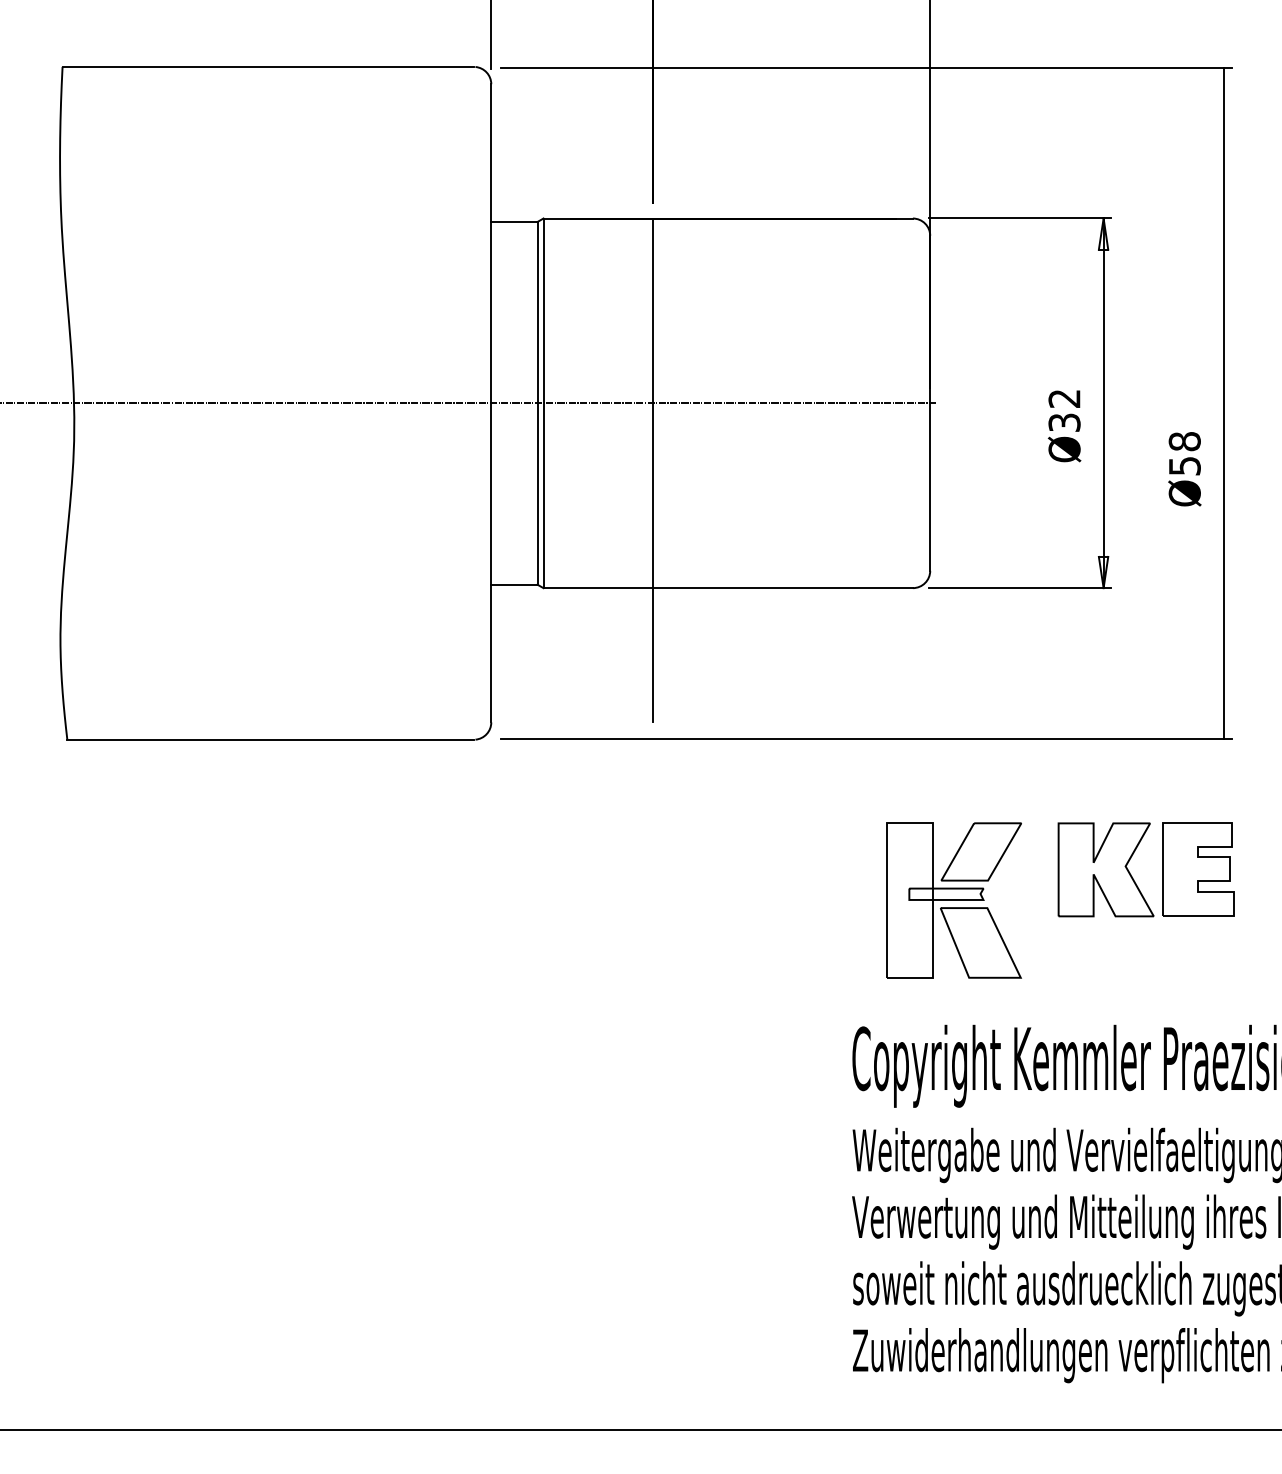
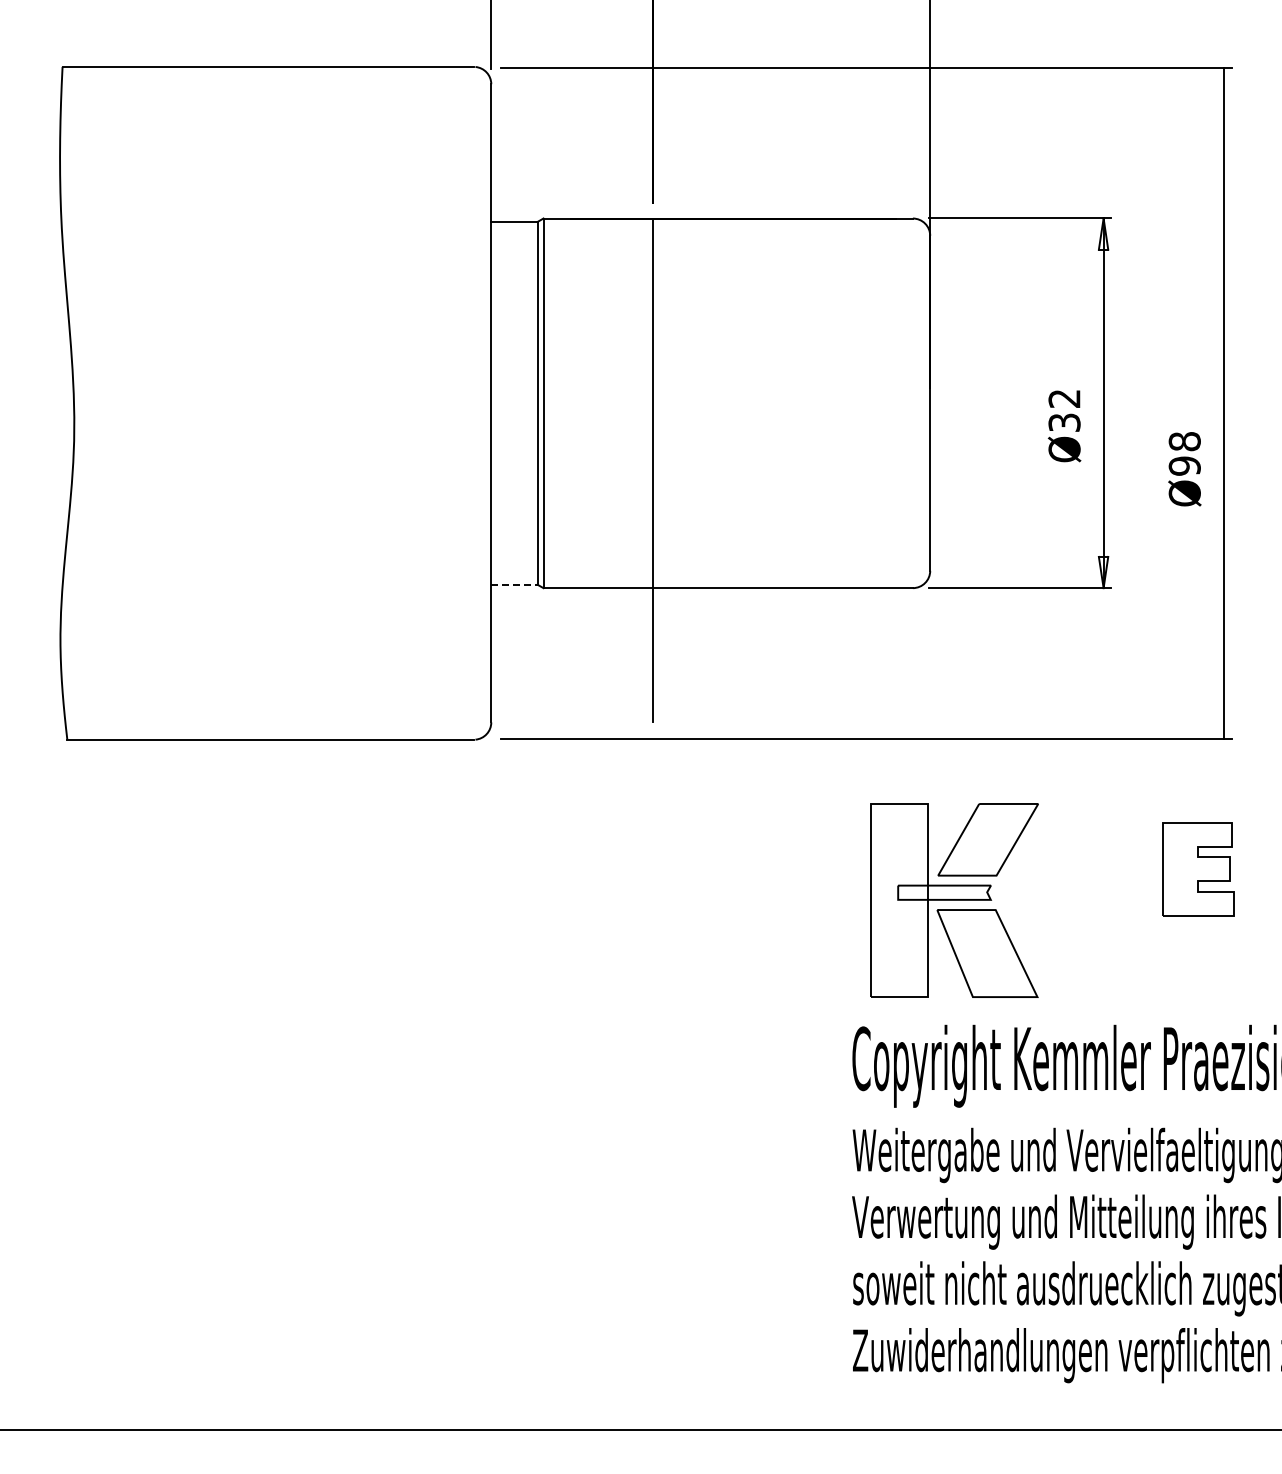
line at (469, 403): present -> none
text at (1184, 465): Ø58 -> Ø98
line at (514, 584): solid -> dashed
part at (1105, 869): present -> none
part at (953, 900) size: 136x157 px -> 169x195 px
